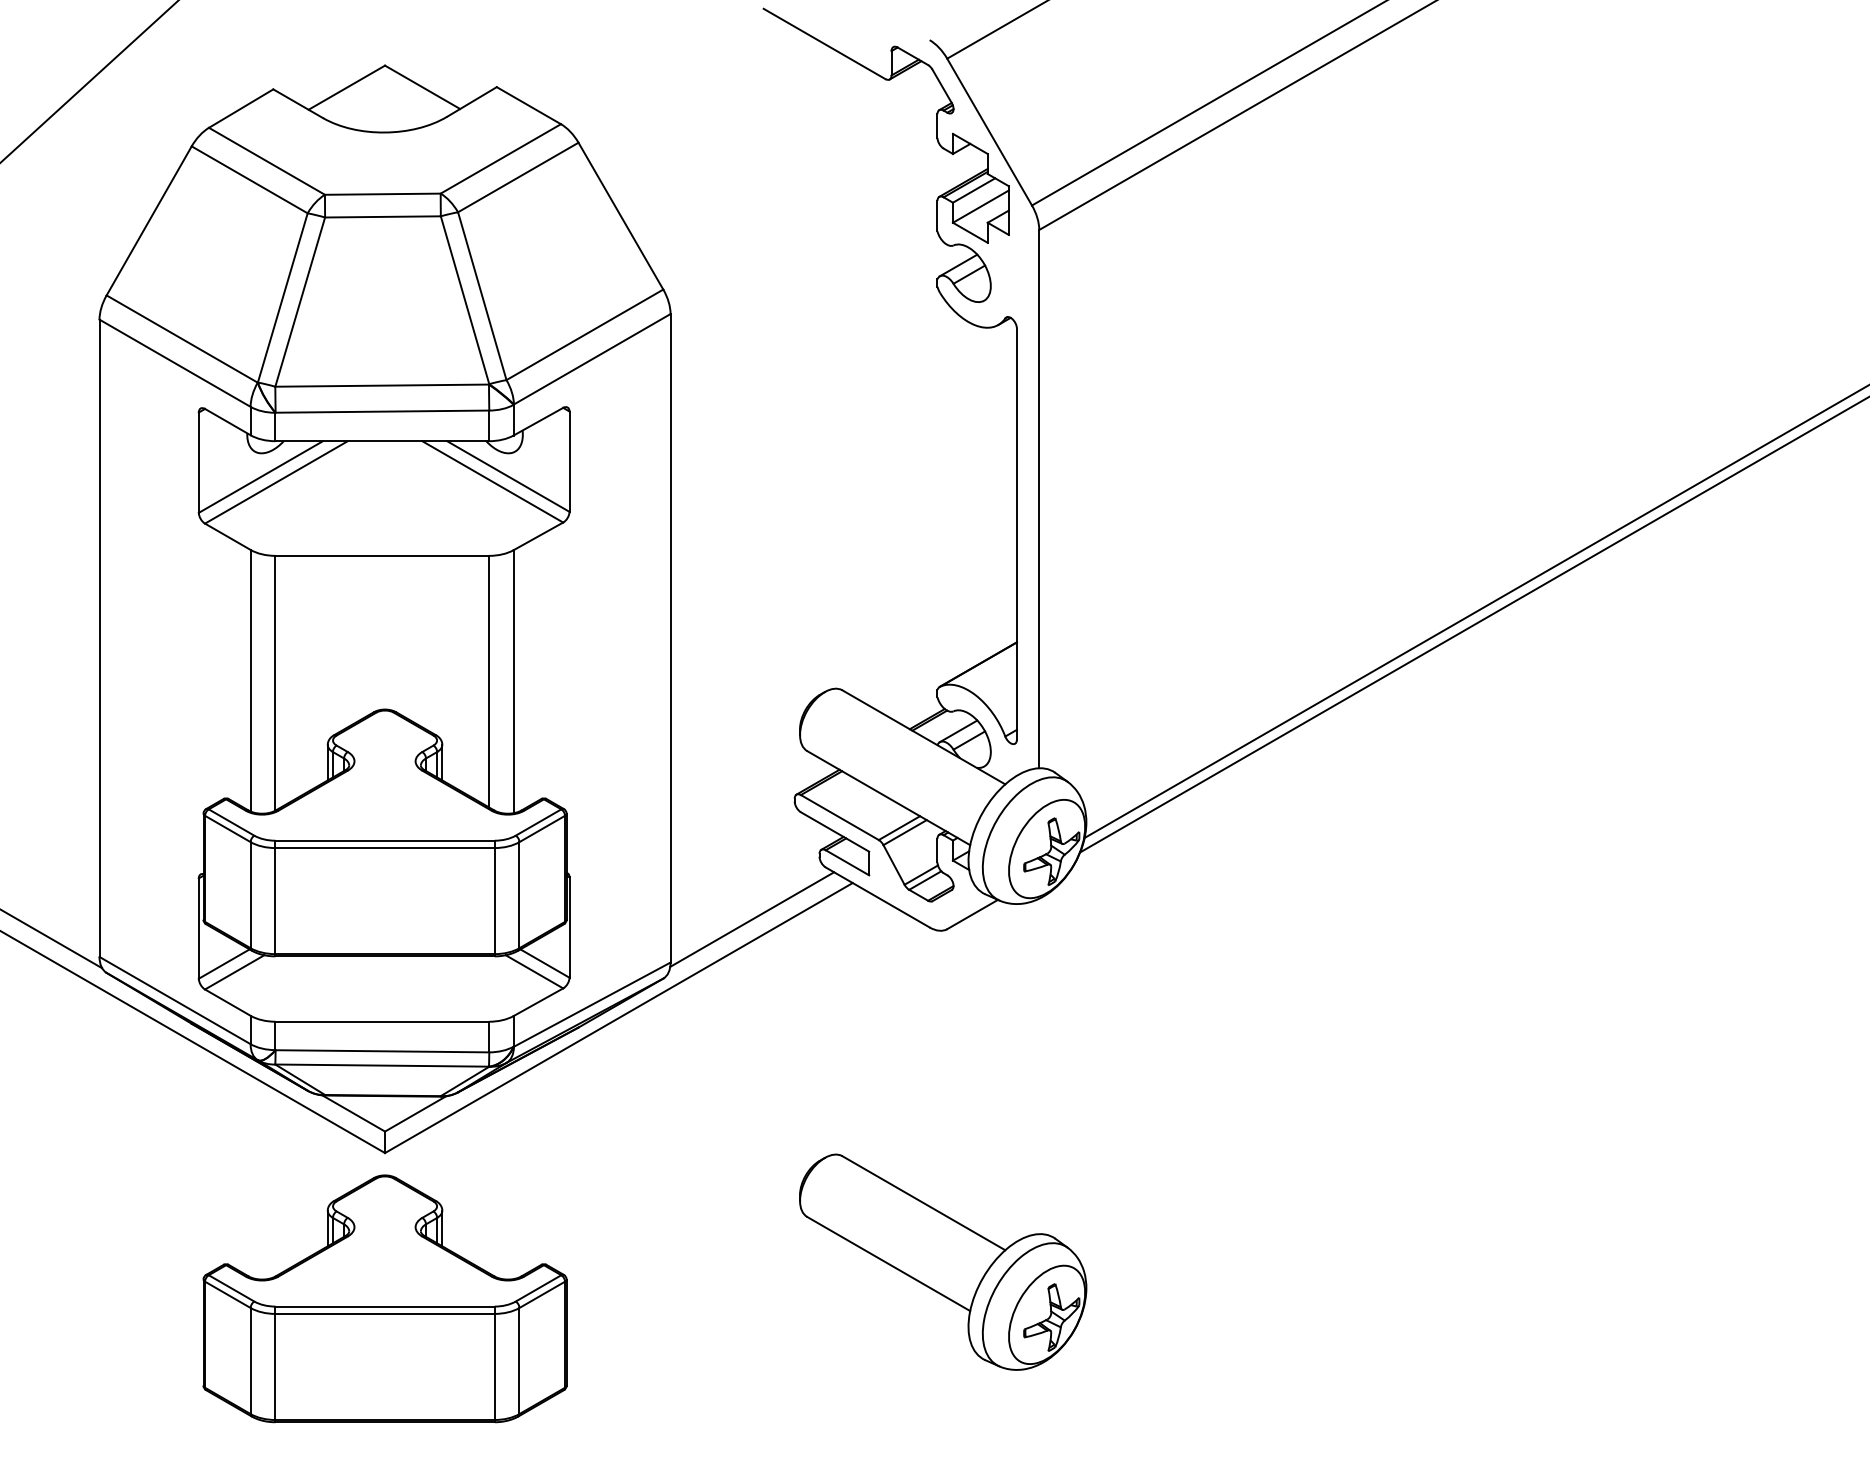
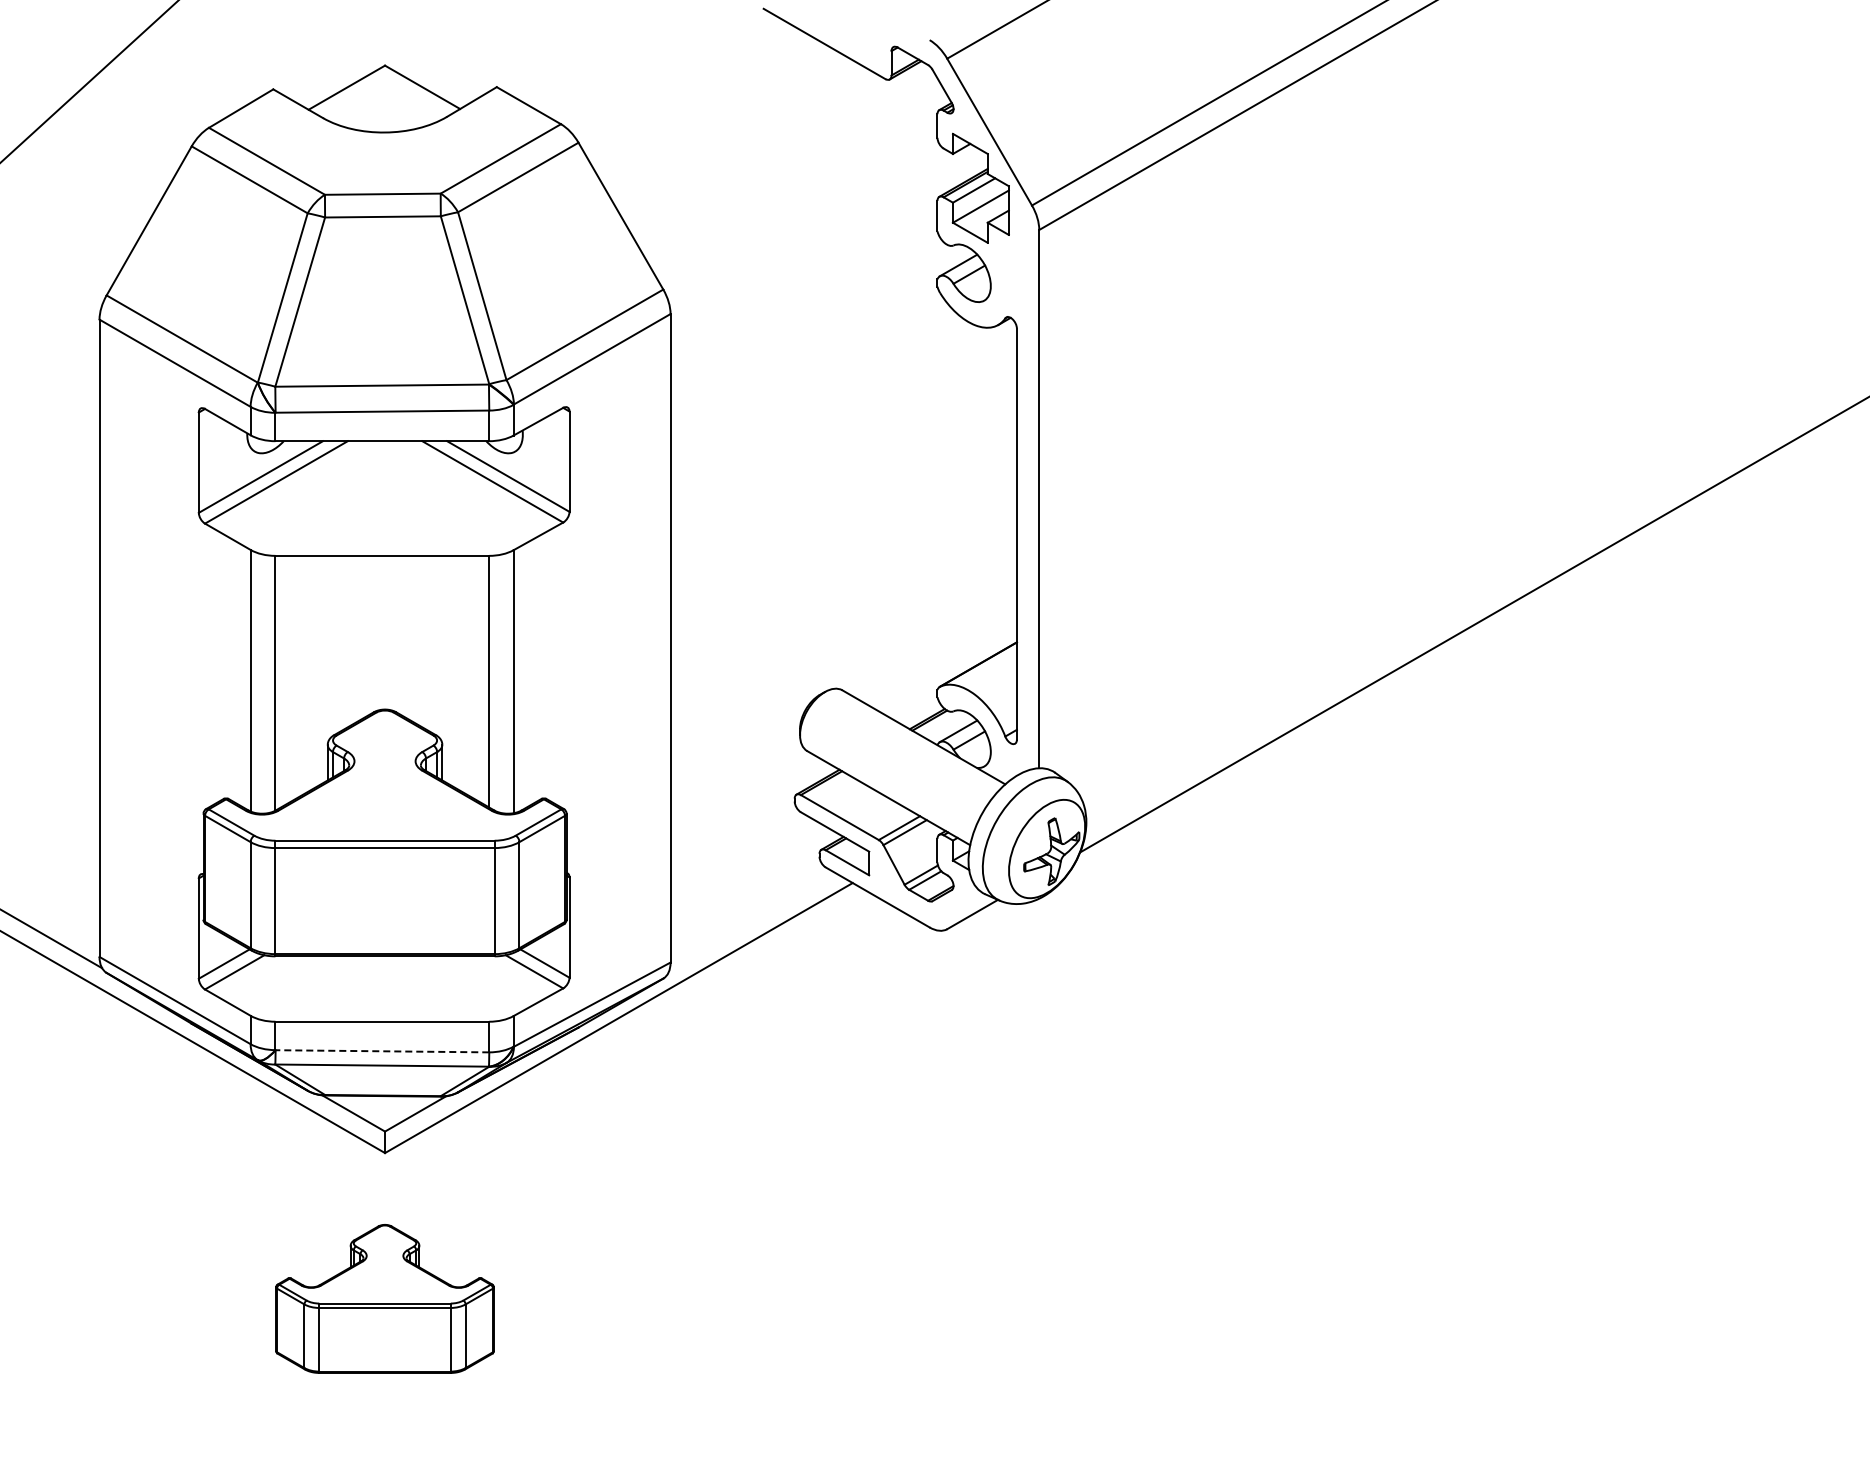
line at (1475, 611): present -> none
line at (752, 919): present -> none
line at (382, 1051): solid -> dashed
part at (943, 1261): present -> none
part at (384, 1298) size: 366x250 px -> 220x150 px
